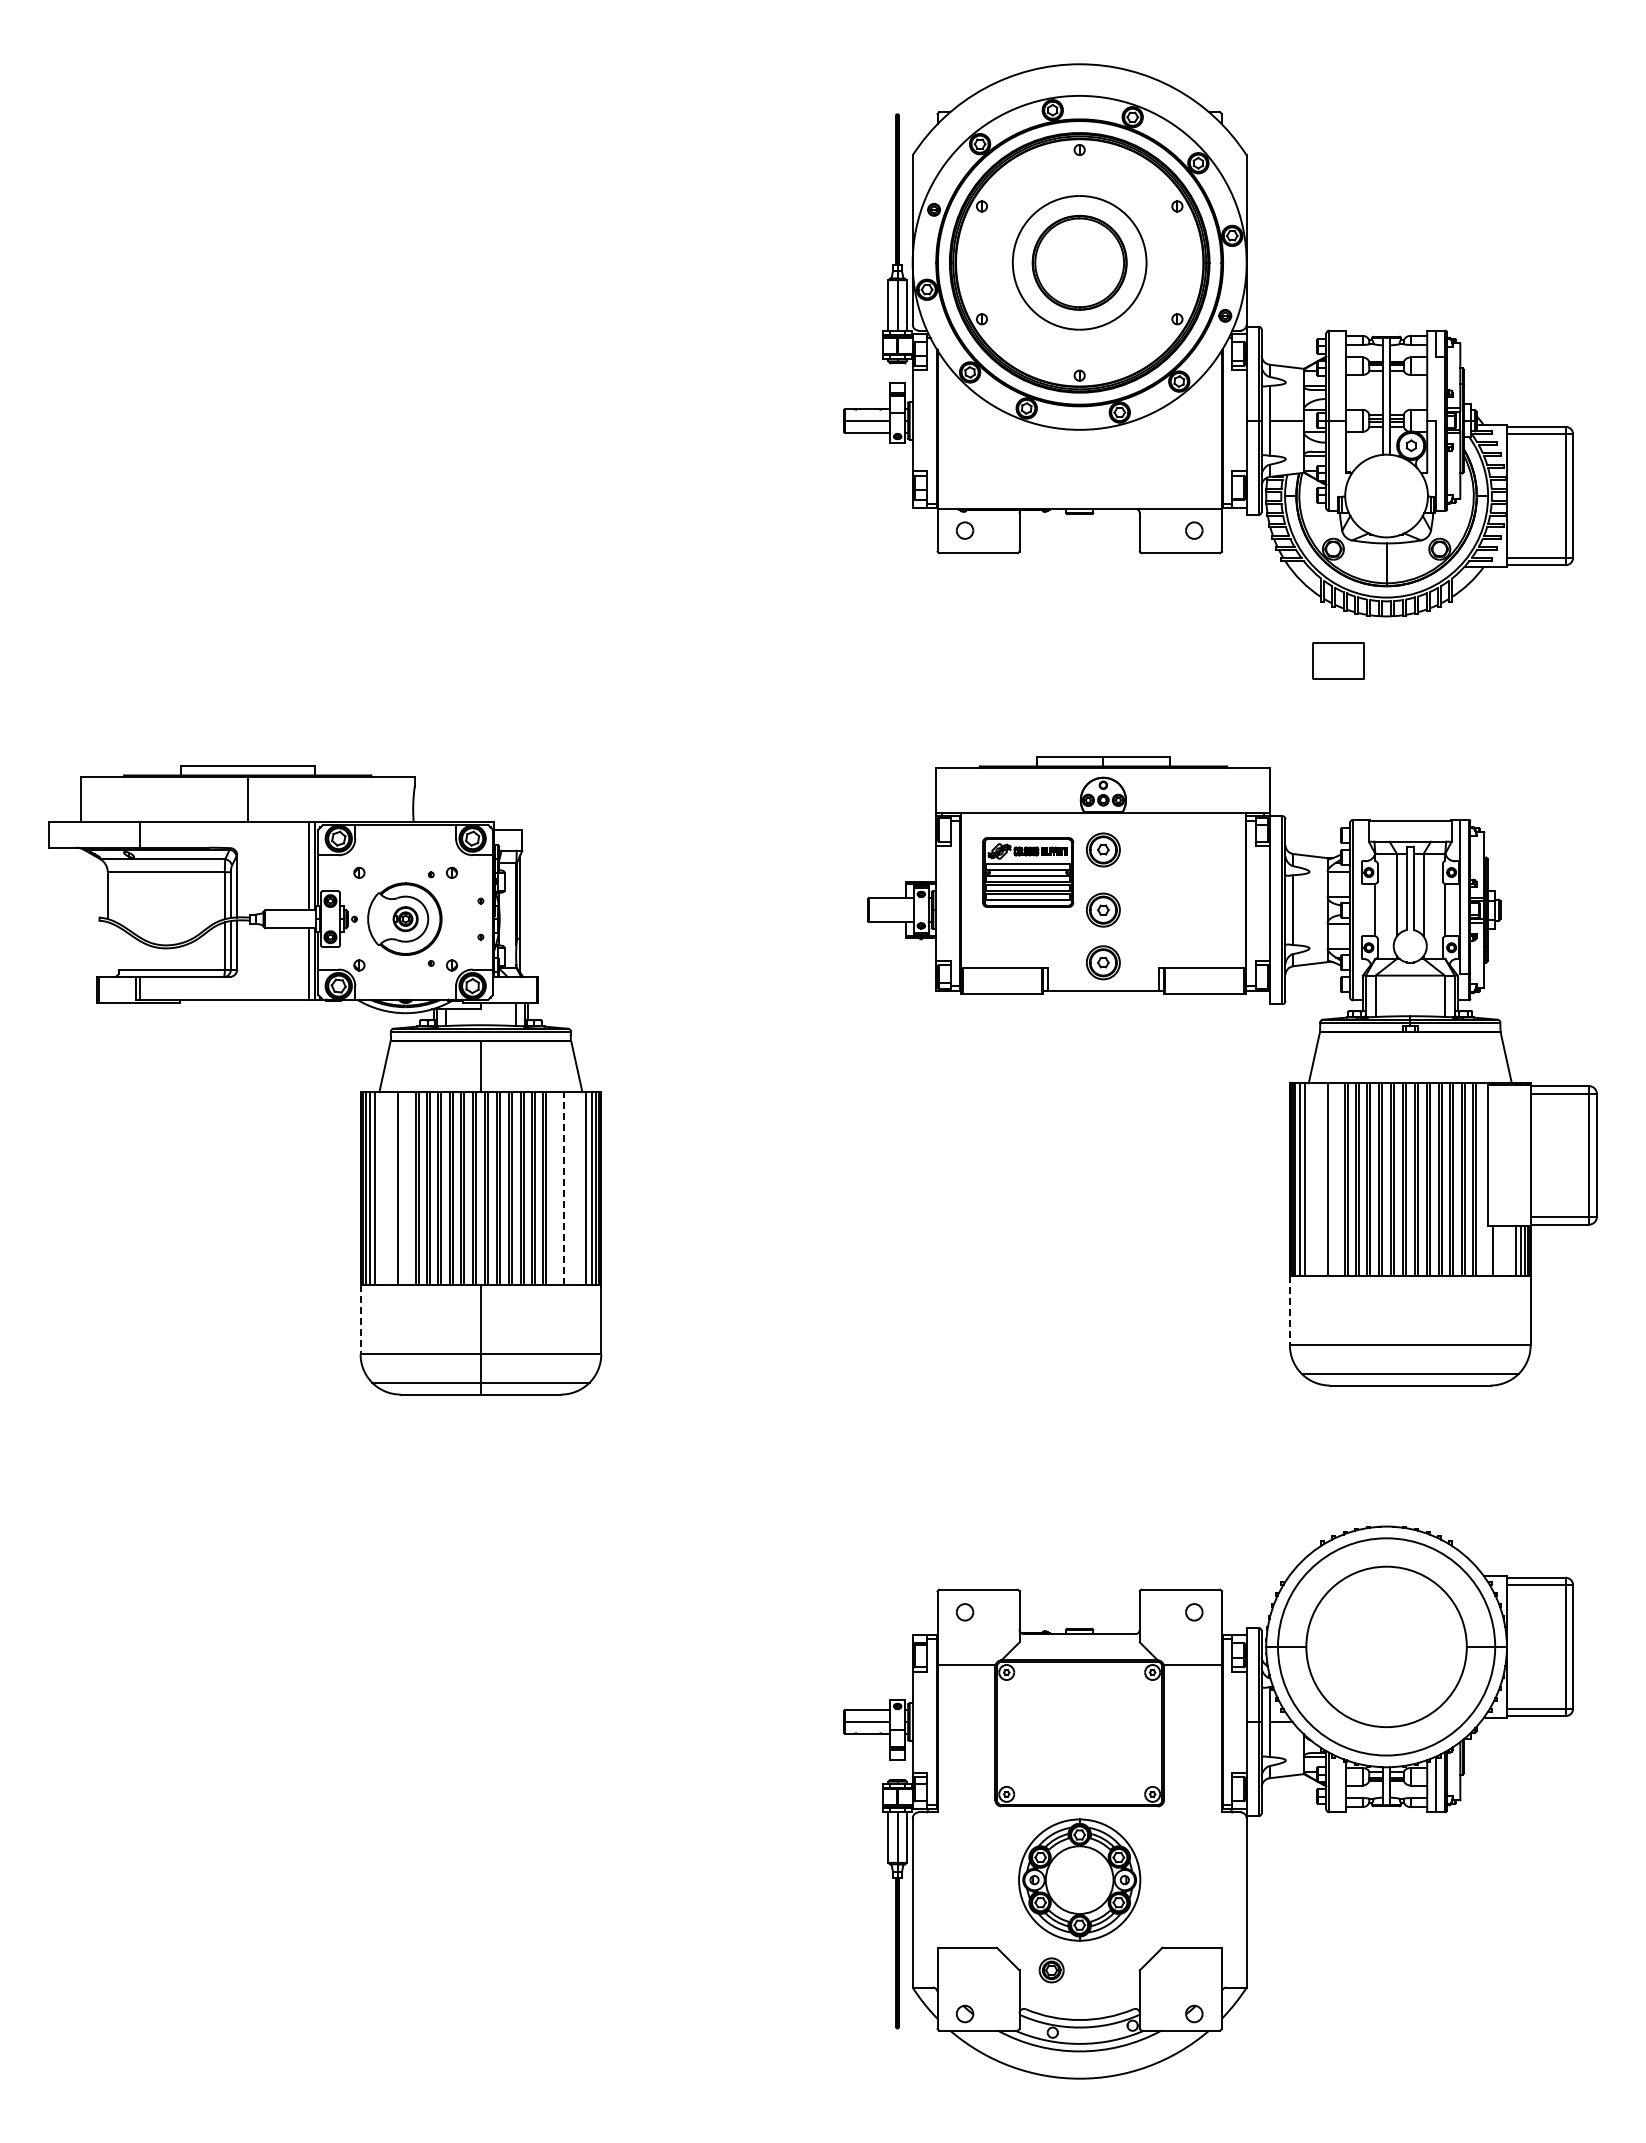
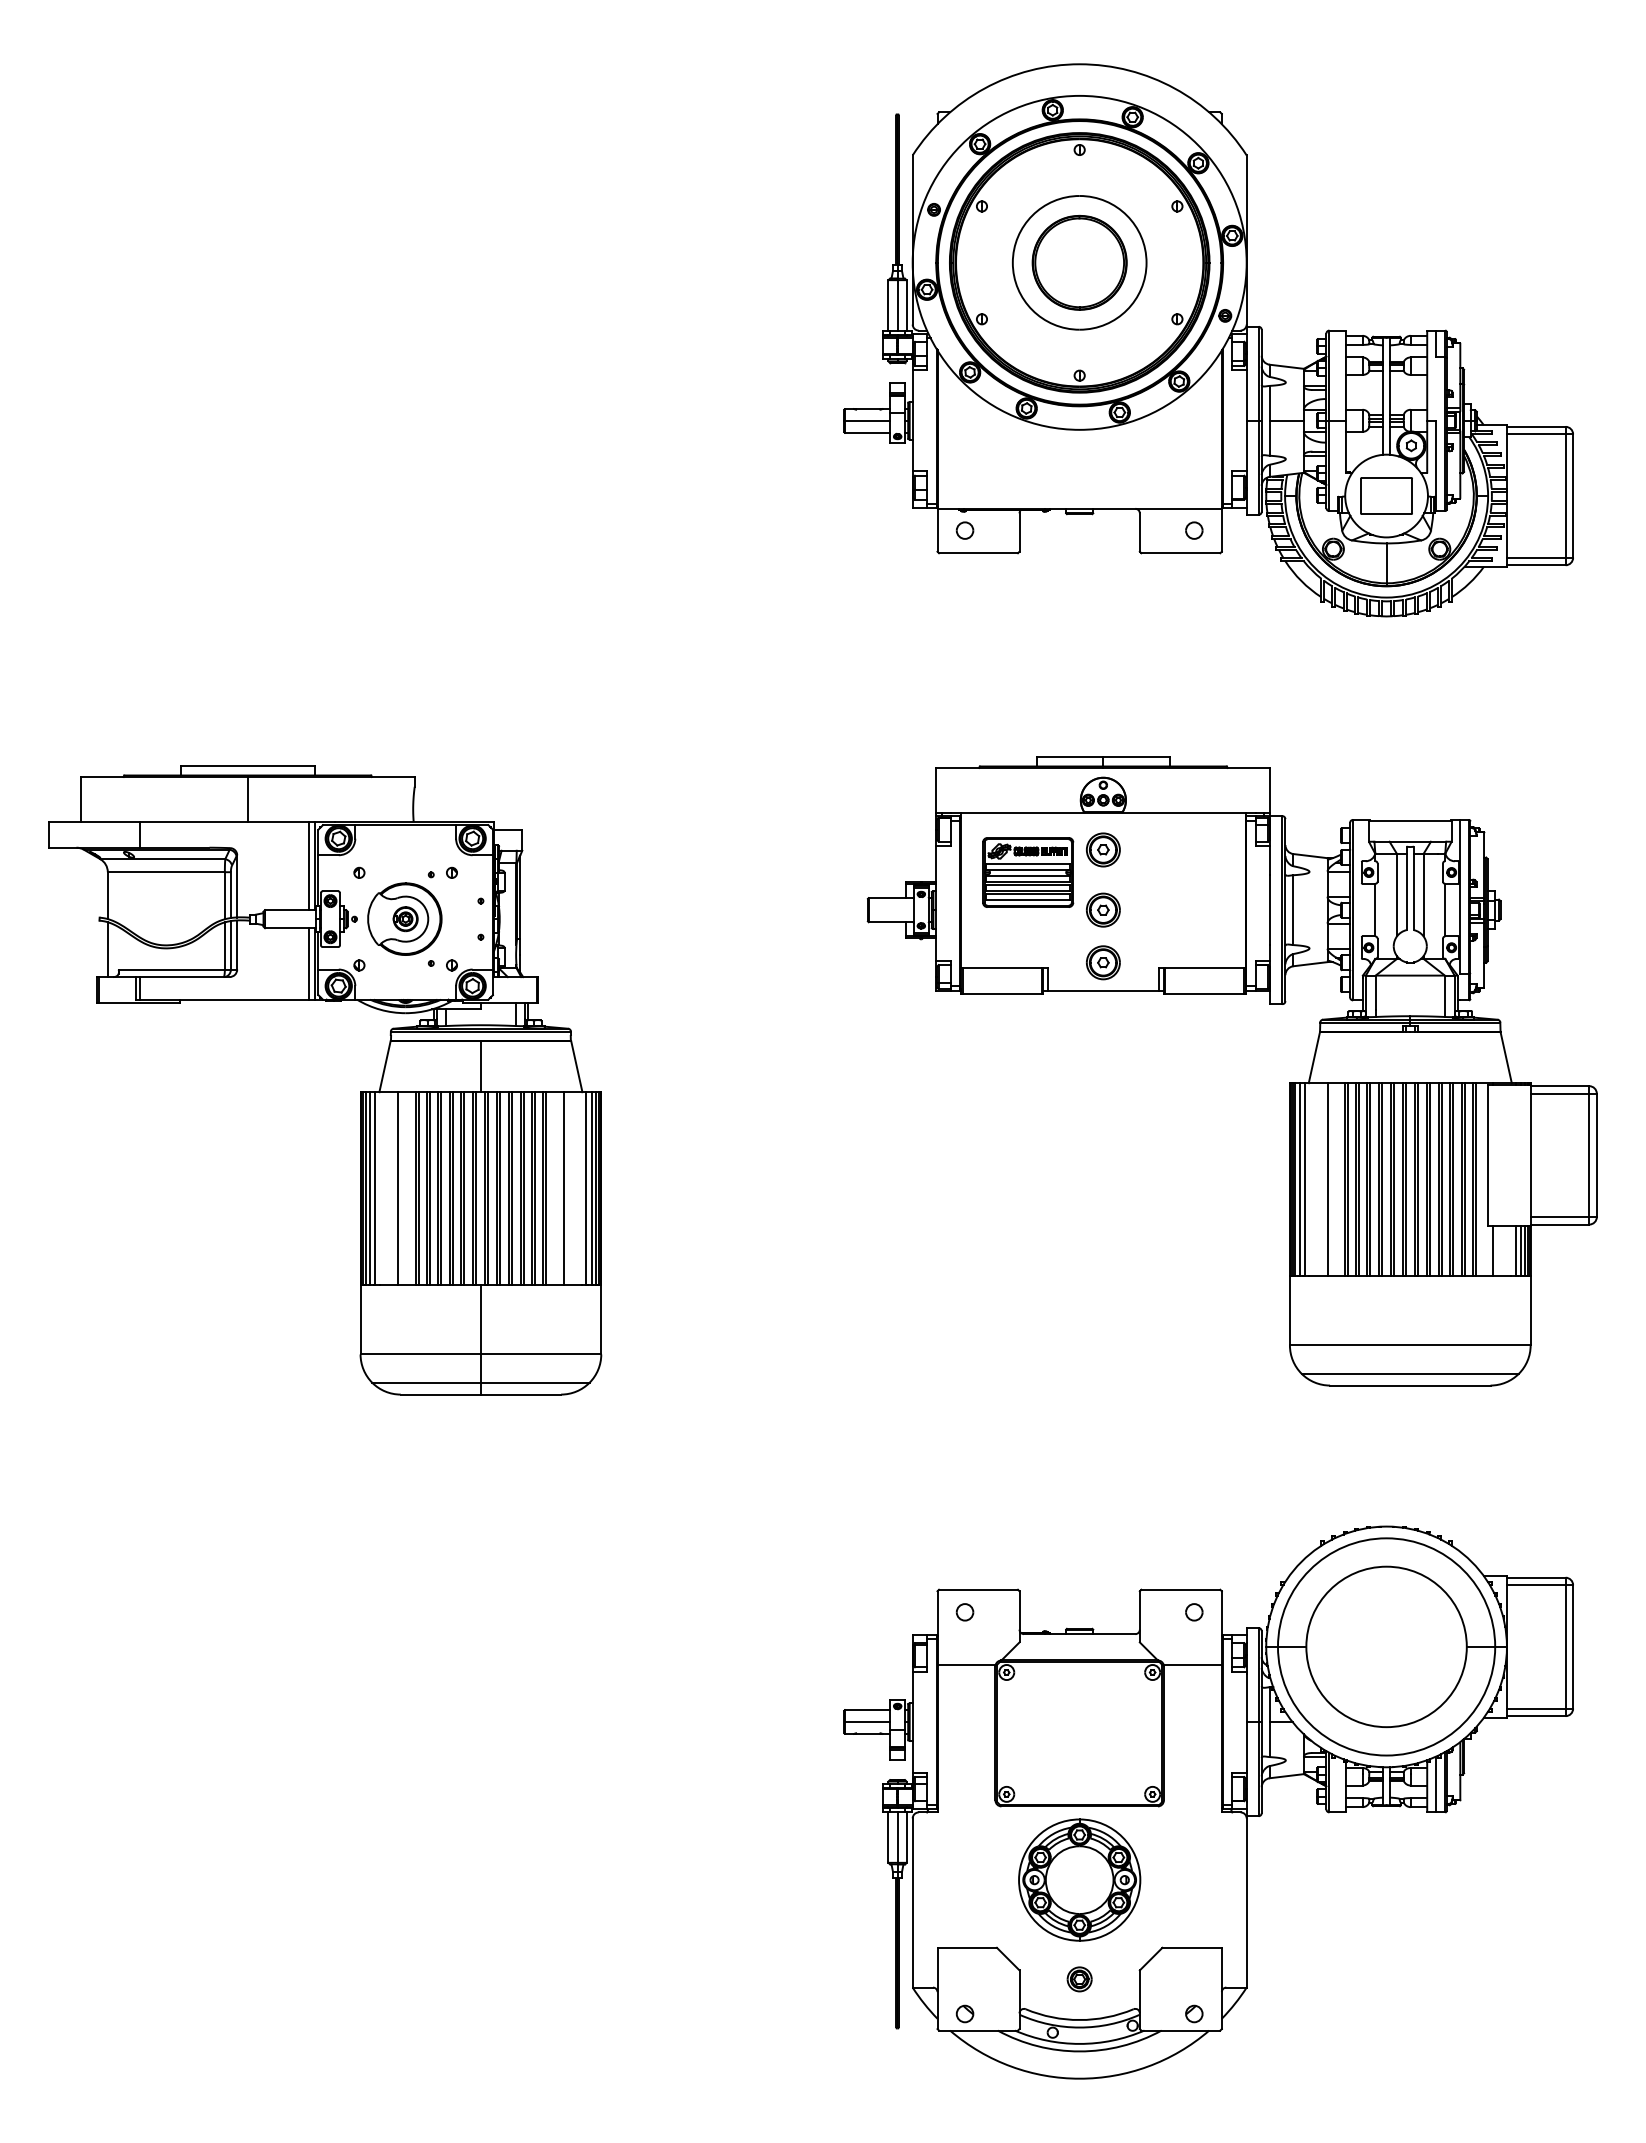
part at (1338, 660) position: (1338, 660) -> (1386, 495)
line at (107, 949): none -> present
line at (563, 1187): dashed -> solid
line at (1289, 1310): dashed -> solid
line at (360, 1319): dashed -> solid
part at (1051, 1970) position: (1051, 1970) -> (1079, 1979)
